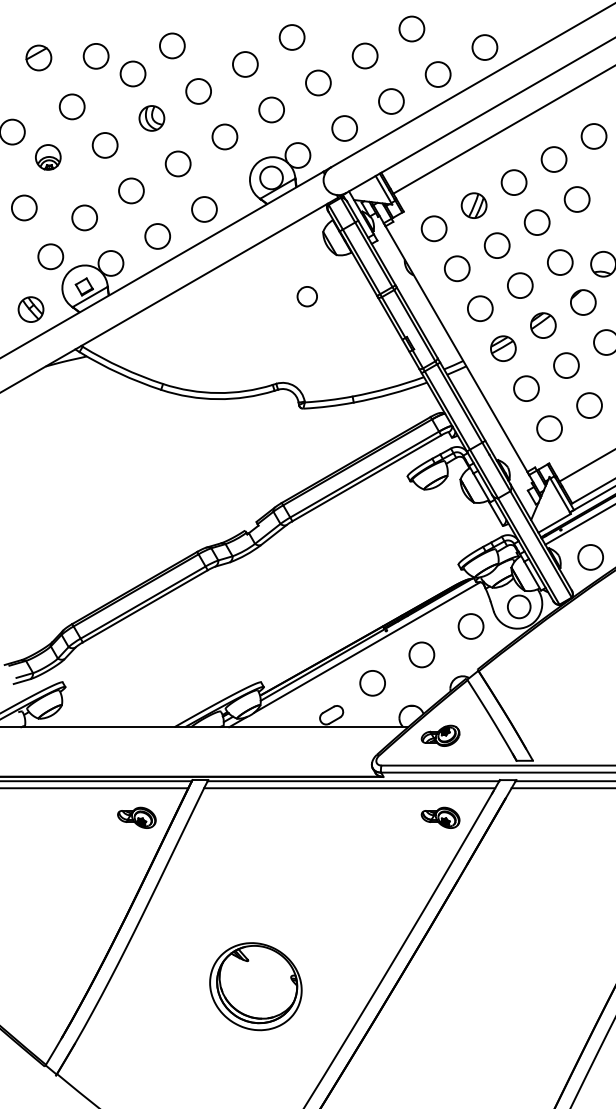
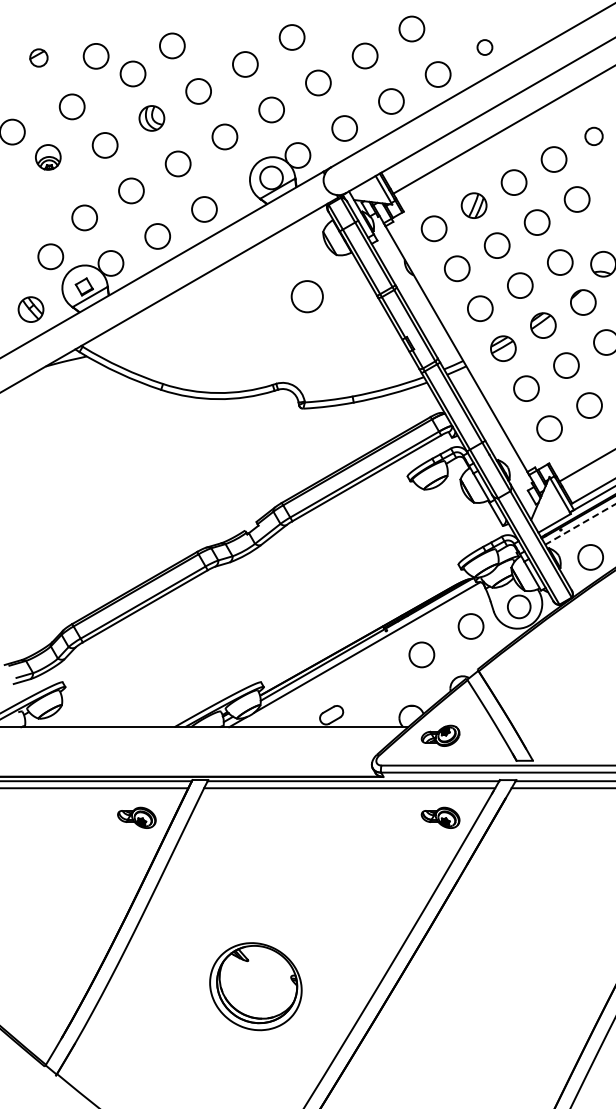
circle at (484, 47) size: 28x27 px -> 18x17 px
part at (38, 57) size: 28x28 px -> 20x20 px
circle at (593, 136) size: 28x27 px -> 20x20 px
circle at (24, 207): present -> none
circle at (307, 296) diameter: 20 px -> 31 px
line at (579, 524): solid -> dashed
circle at (372, 683): present -> none
